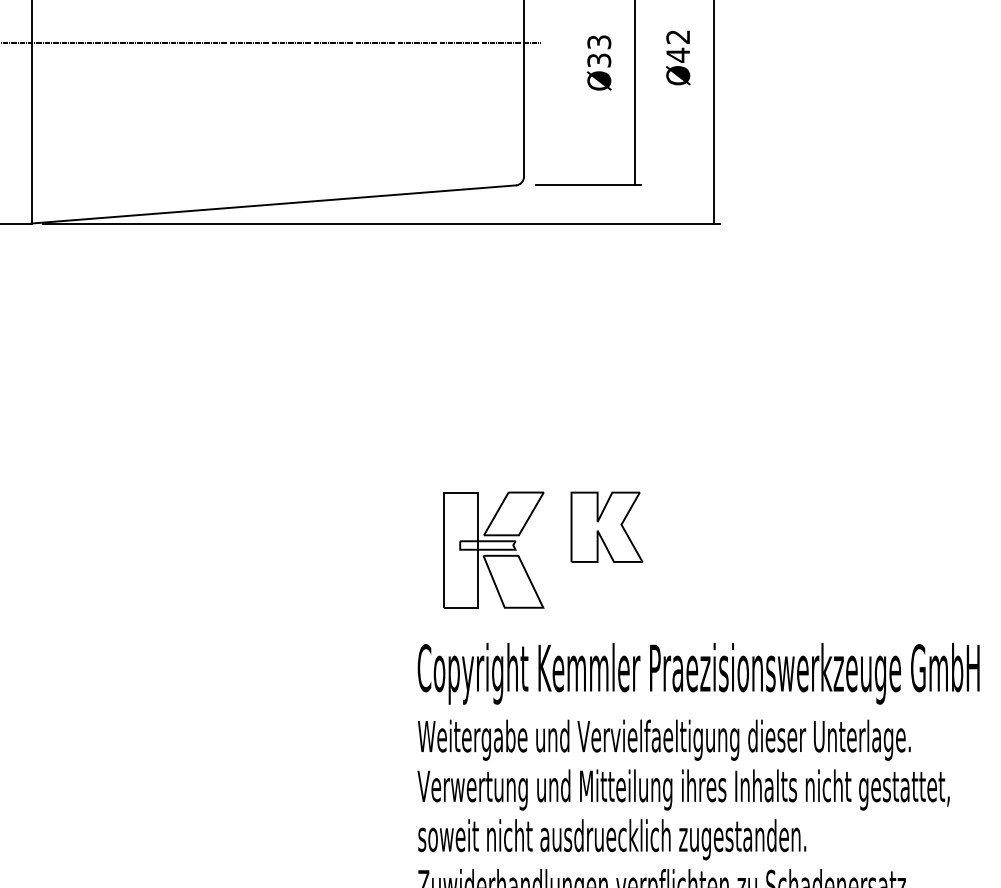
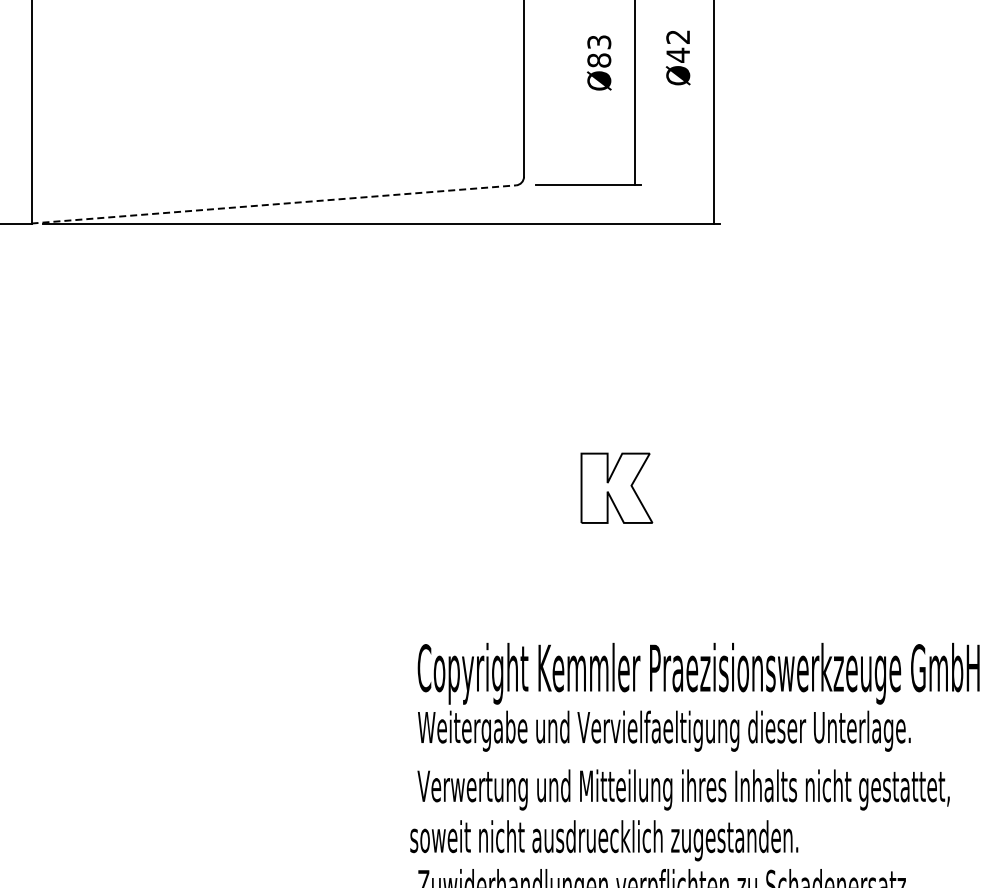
line at (271, 42): present -> none
text at (599, 60): Ø33 -> Ø83
line at (274, 204): solid -> dashed
part at (606, 526) position: (606, 526) -> (616, 487)
part at (493, 549): present -> none
text at (664, 739) position: (664, 739) -> (664, 730)
text at (612, 839) position: (612, 839) -> (604, 840)
